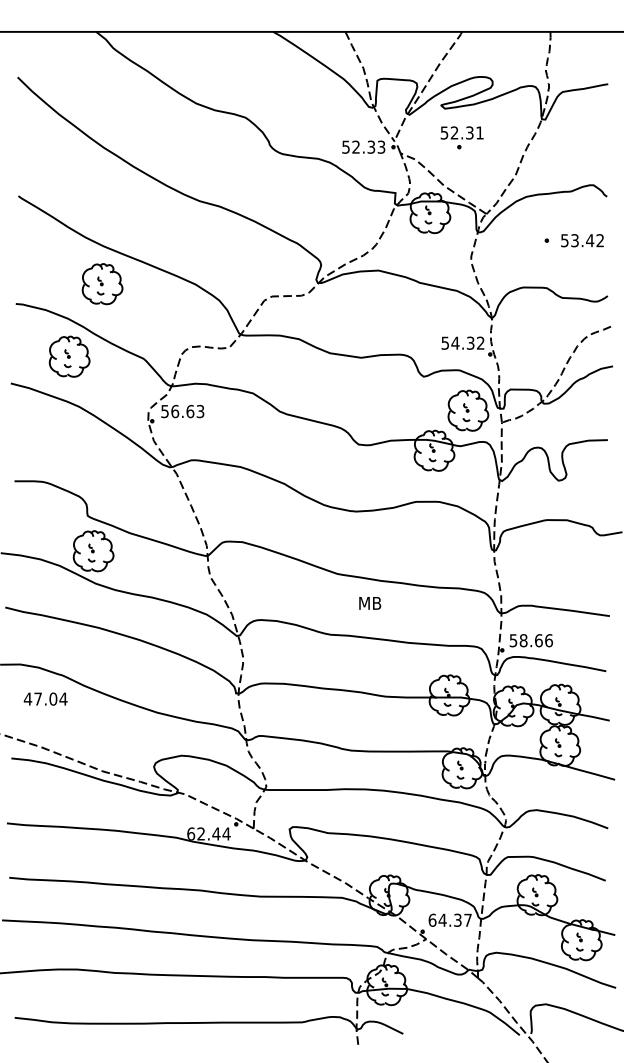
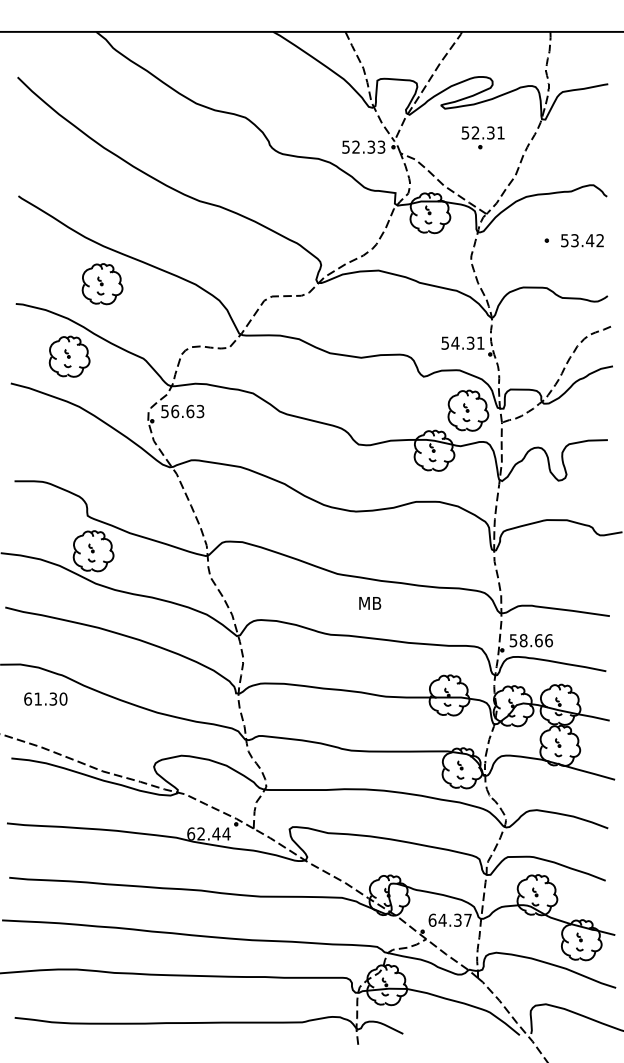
part at (461, 137) position: (461, 137) -> (482, 137)
text at (480, 342): 54.32 -> 54.31
text at (45, 698): 47.04 -> 61.30
